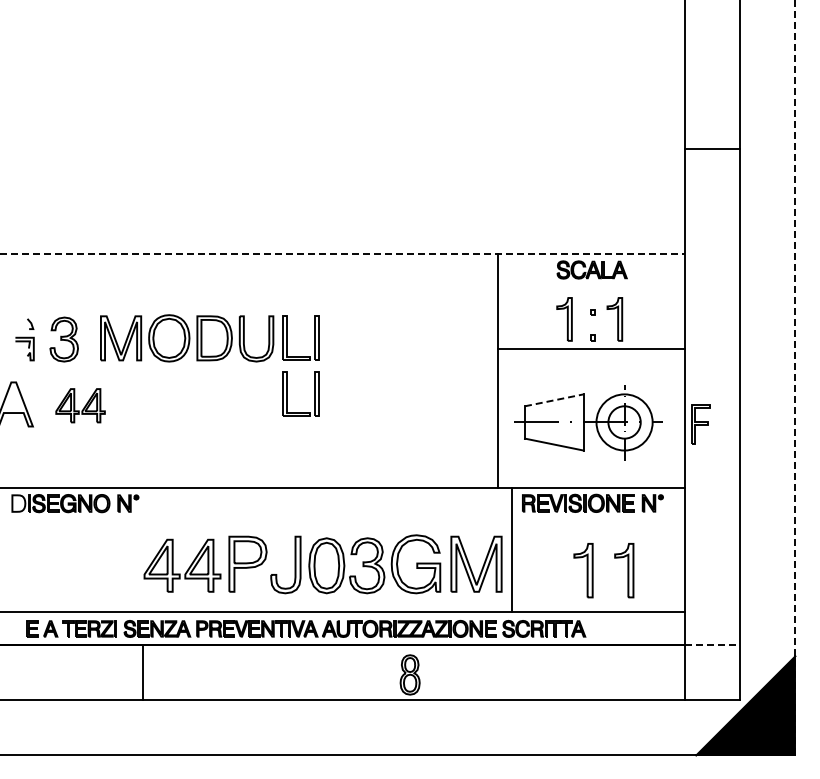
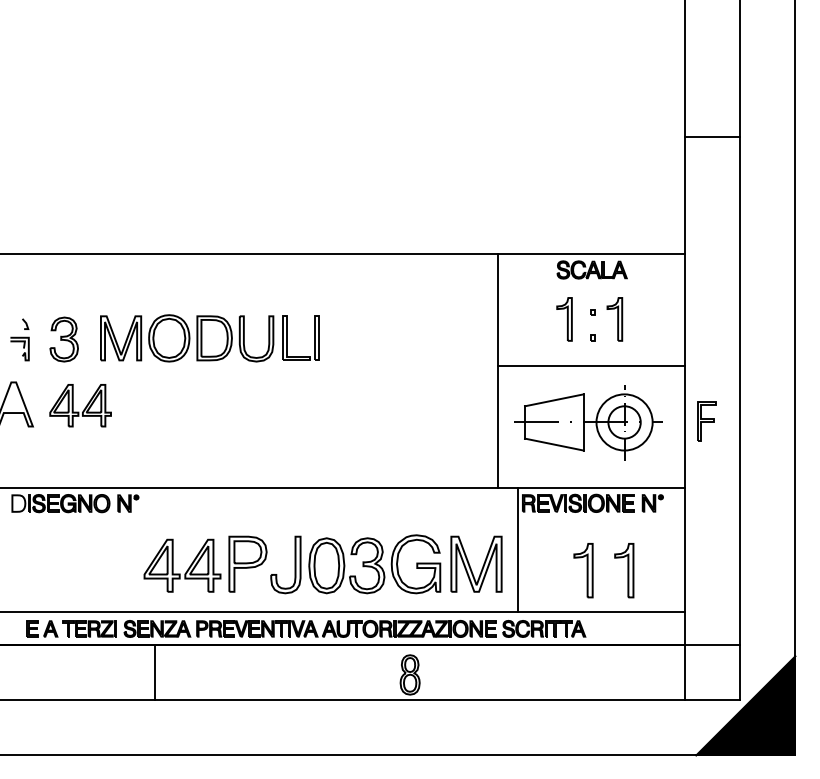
line at (712, 148) position: (712, 148) -> (712, 136)
line at (343, 254): dashed -> solid
part at (24, 339) position: (24, 339) -> (19, 339)
line at (591, 348) position: (591, 348) -> (591, 365)
line at (795, 377): dashed -> solid
part at (287, 393): present -> none
line at (554, 400): dashed -> solid
part at (80, 405) size: 51x36 px -> 63x44 px
part at (700, 424) position: (700, 424) -> (706, 421)
line at (511, 549) position: (511, 549) -> (517, 549)
line at (712, 645): dashed -> solid
line at (142, 672) position: (142, 672) -> (154, 672)
